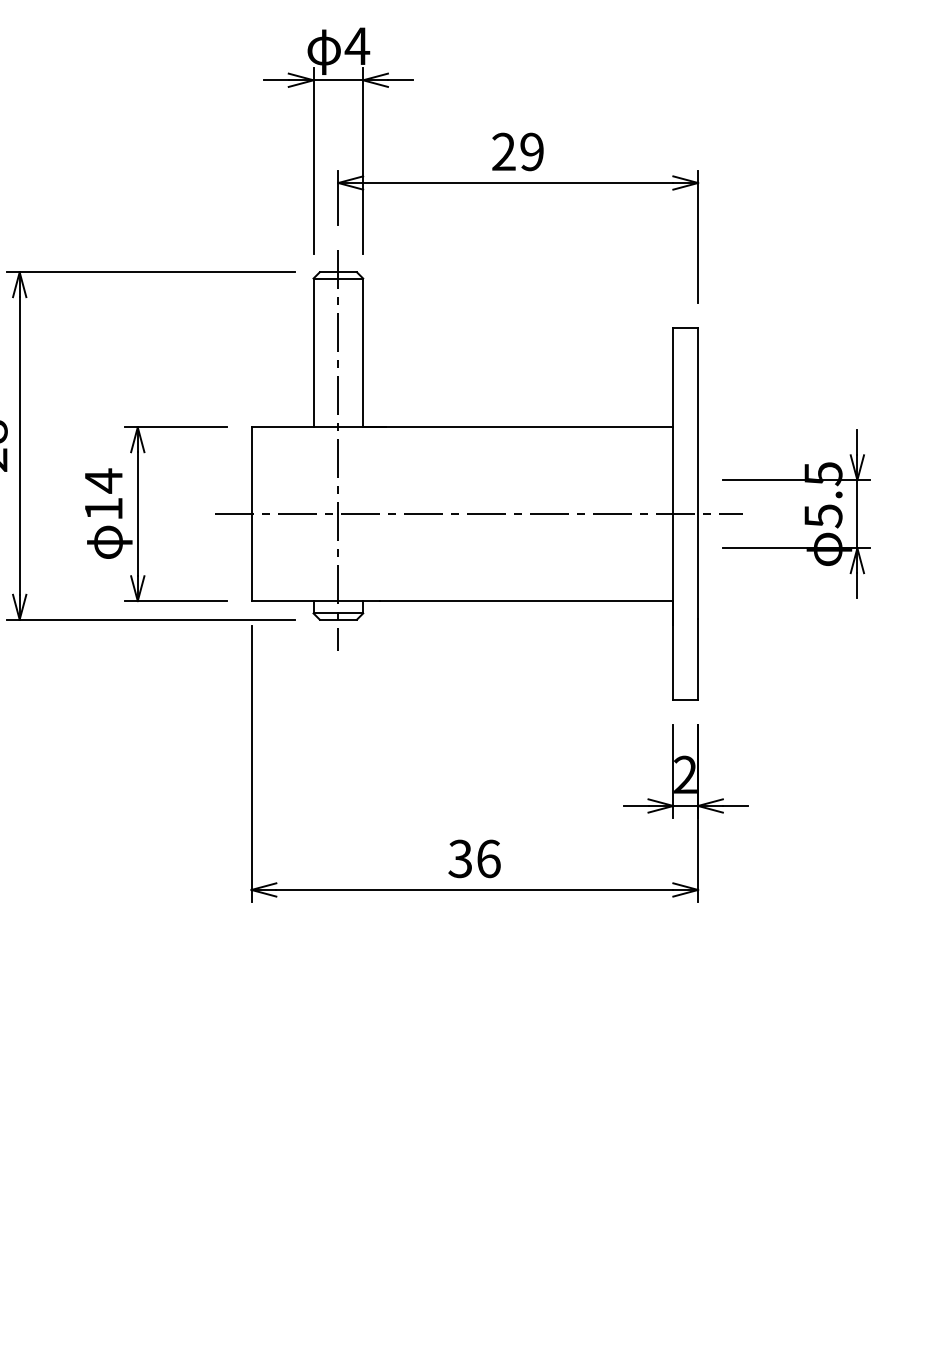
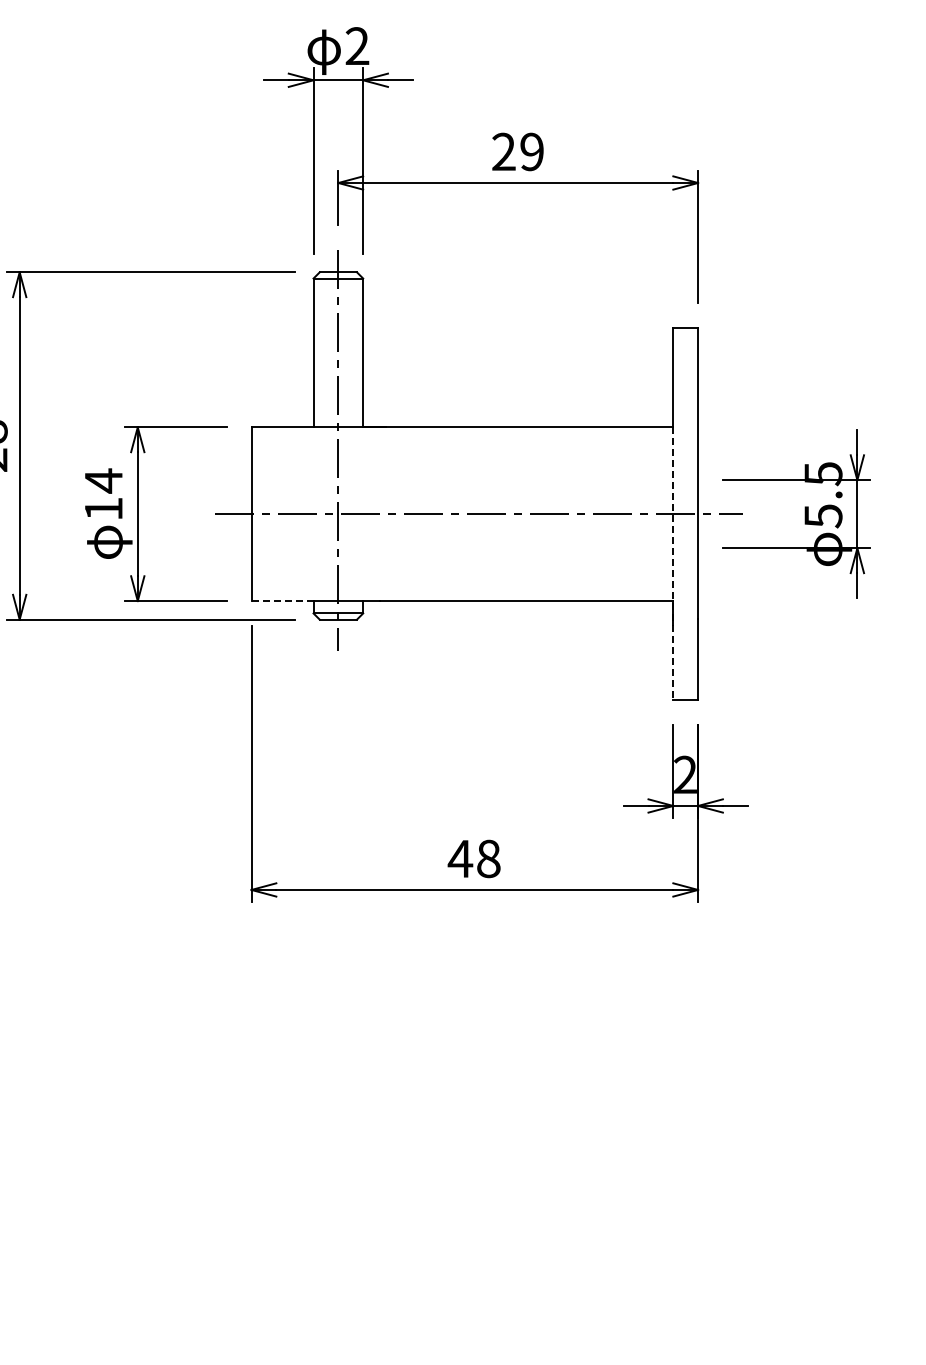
text at (357, 45): 4 -> 2
line at (673, 564): solid -> dashed
line at (283, 601): solid -> dashed
text at (473, 858): 36 -> 48
